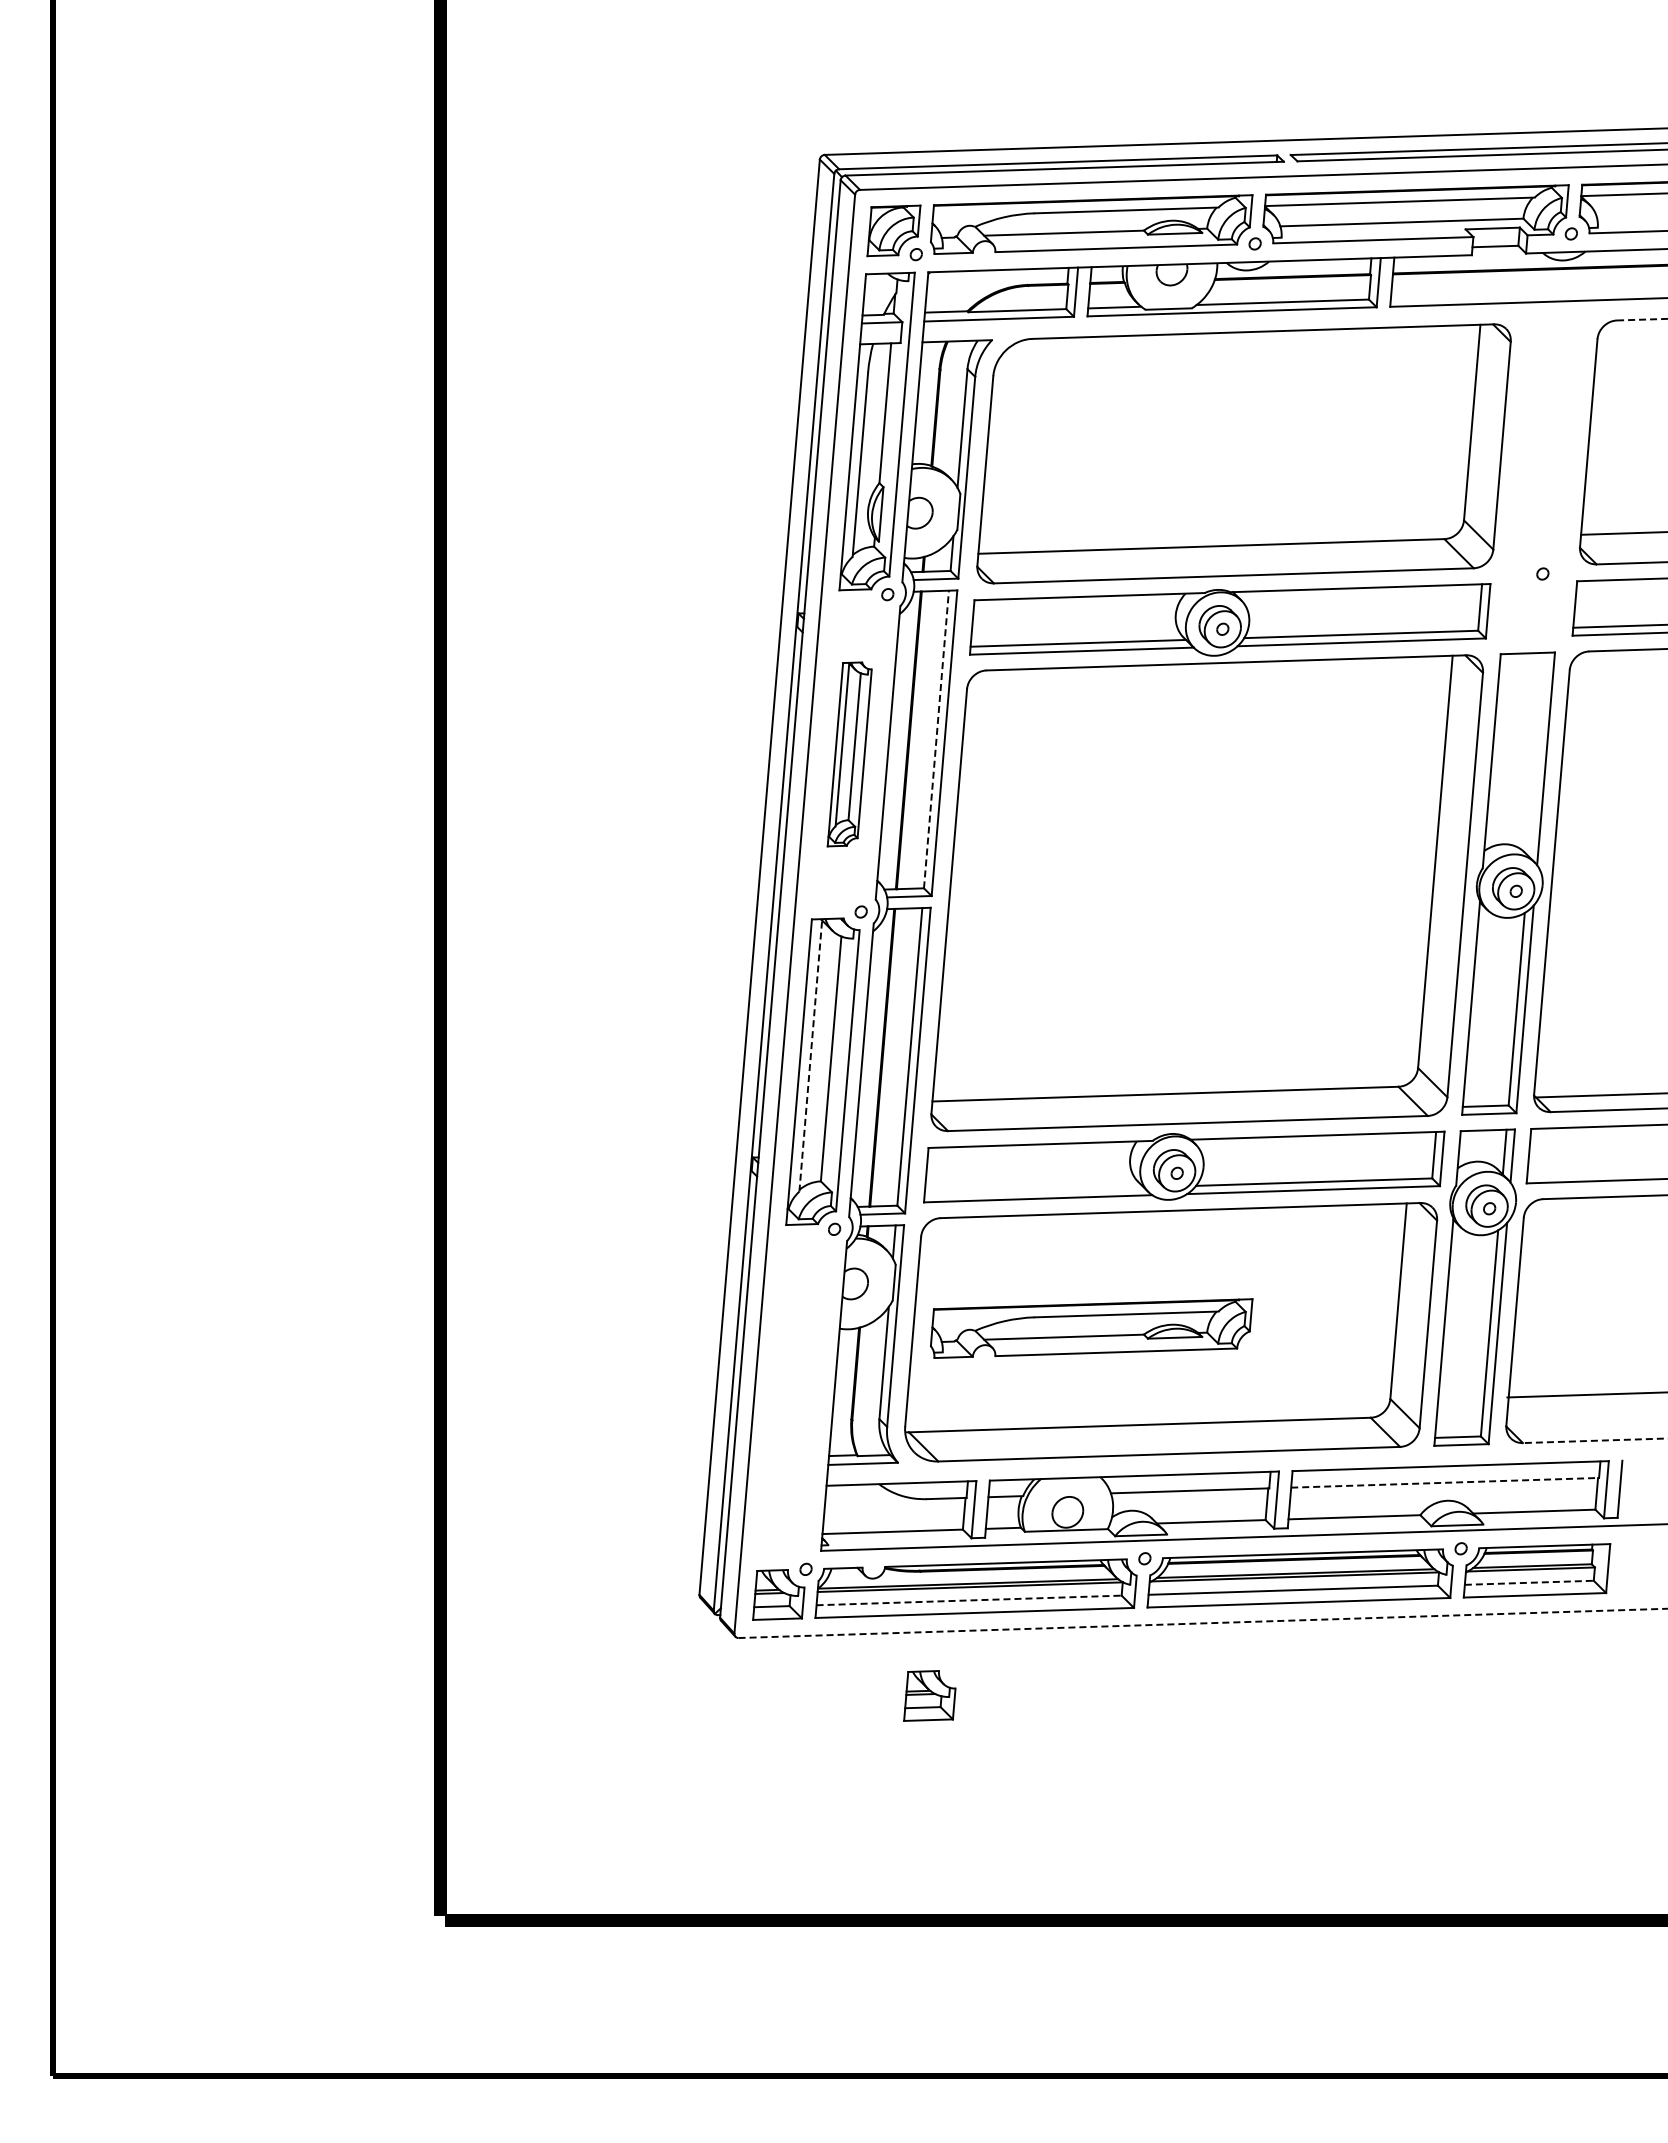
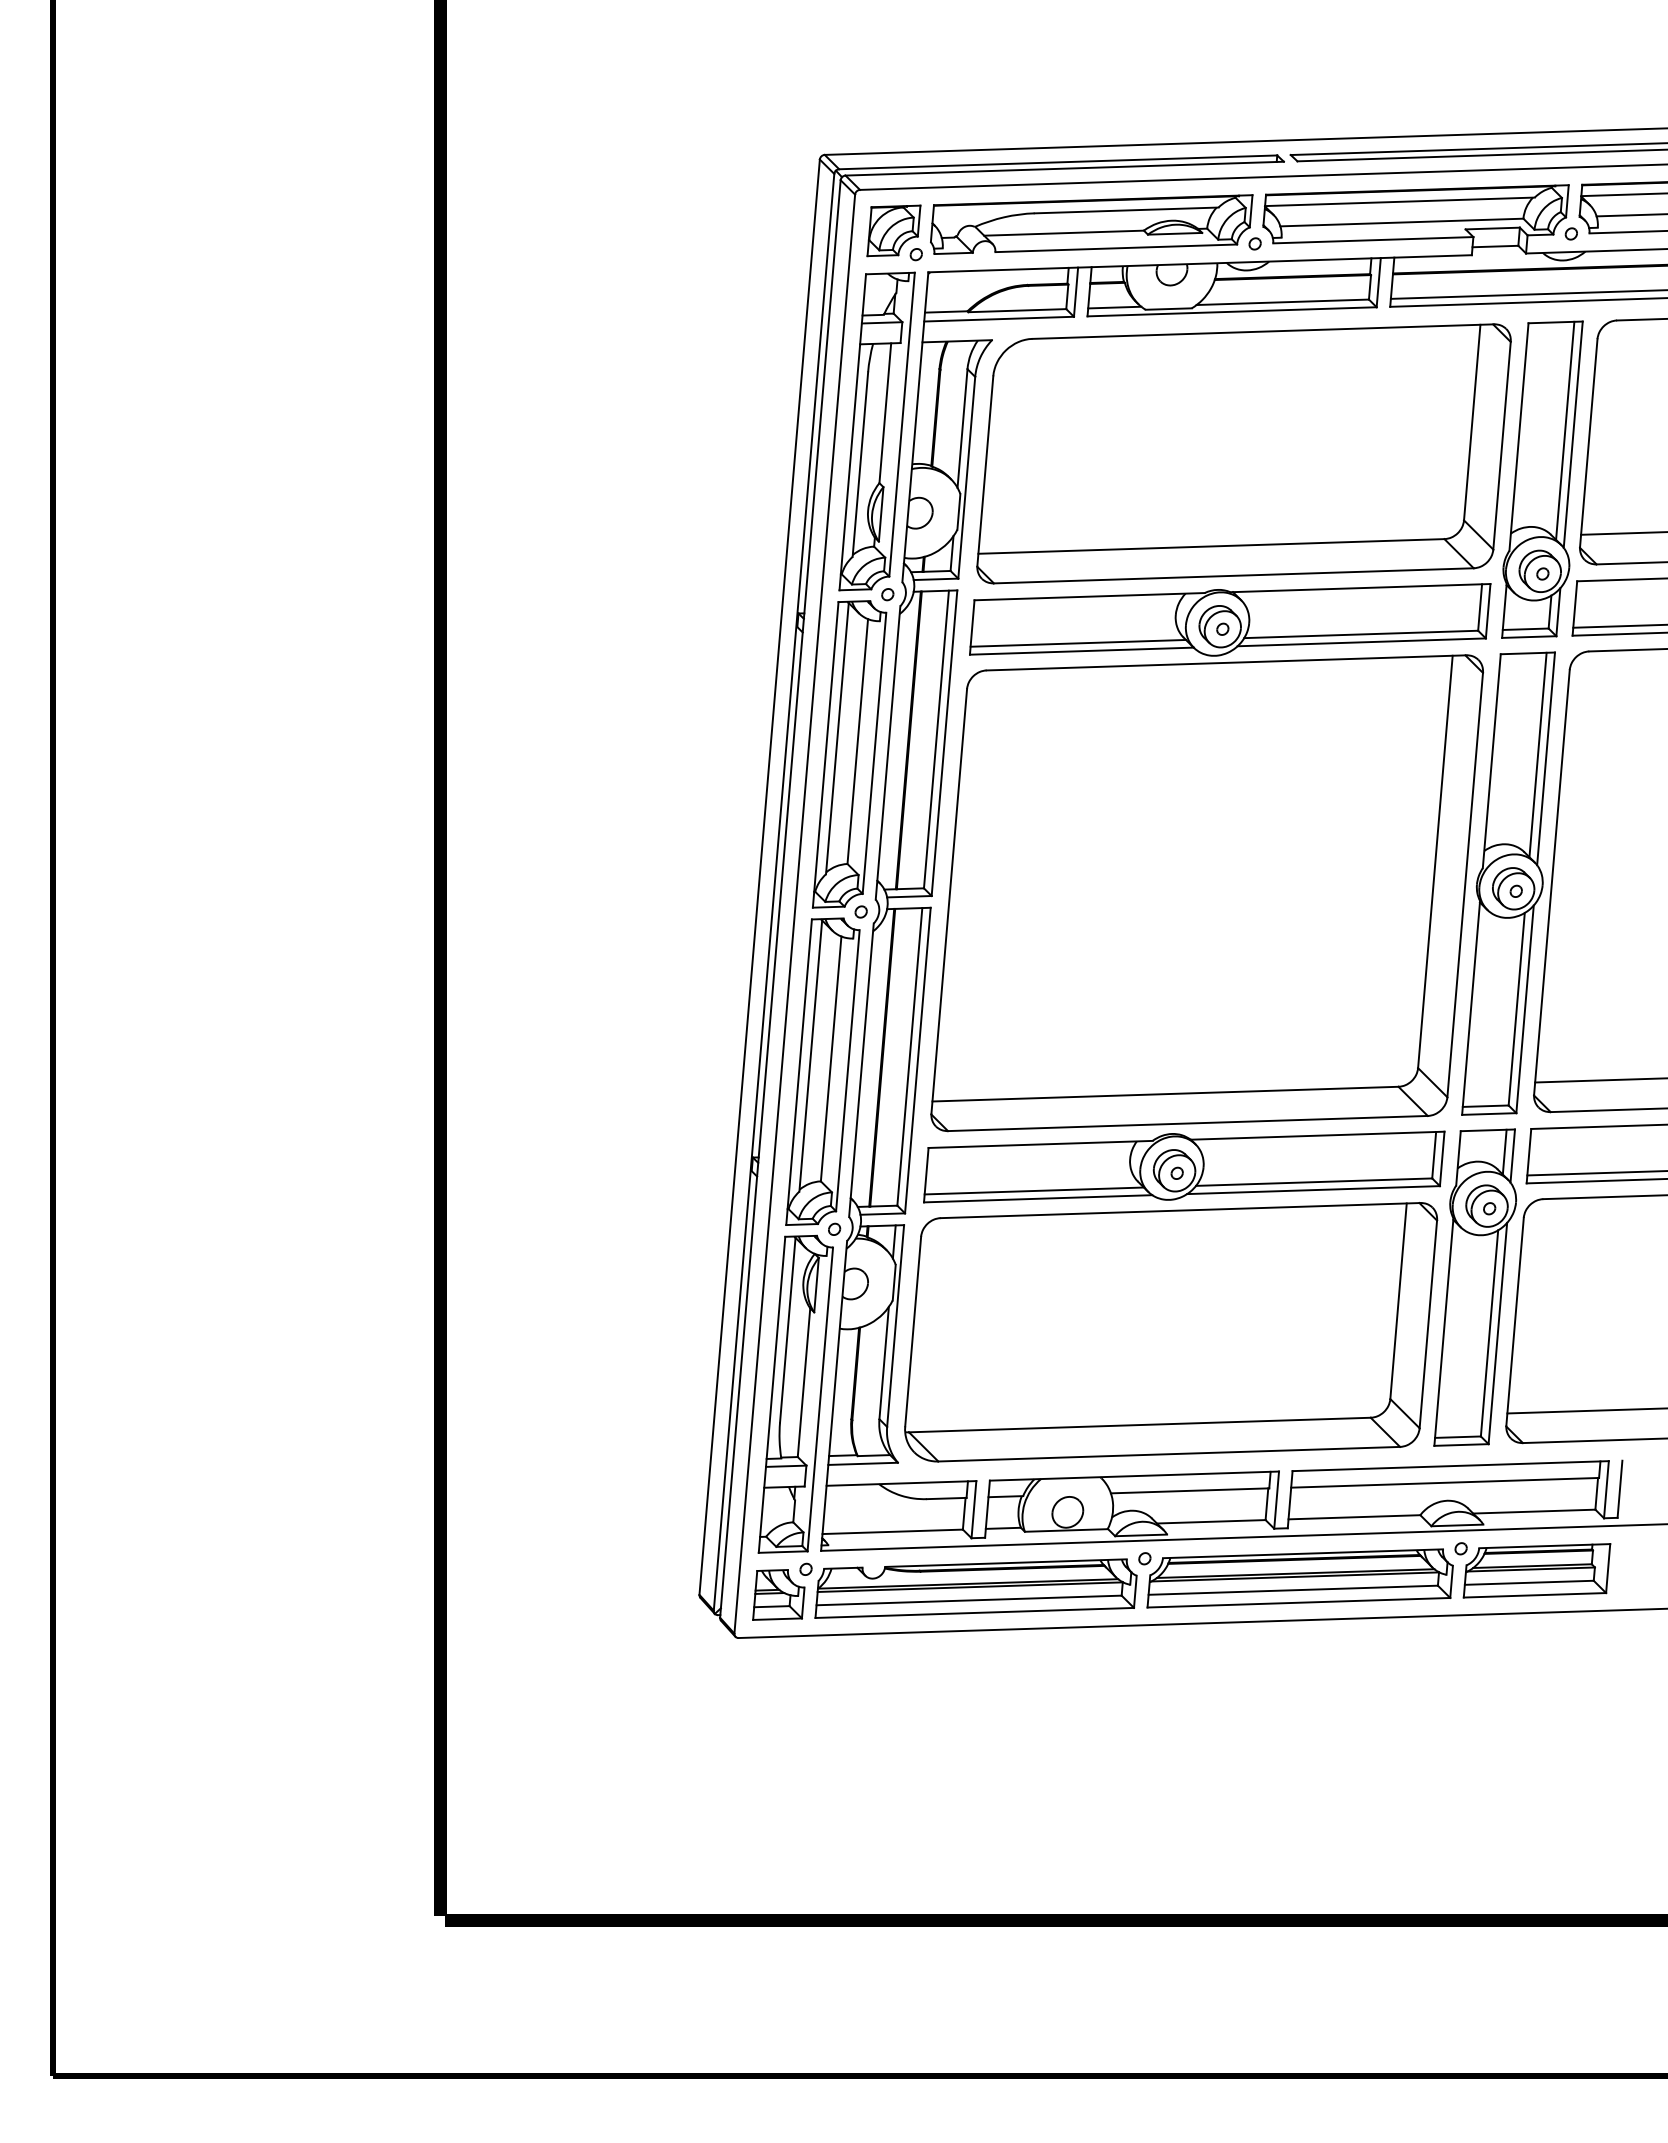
line at (1630, 215): none -> present
line at (1527, 294): none -> present
line at (1642, 319): dashed -> solid
part at (1542, 479): none -> present
line at (936, 739): dashed -> solid
part at (849, 754) size: 47x187 px -> 76x309 px
line at (1537, 754): none -> present
line at (810, 1055): dashed -> solid
line at (1599, 1095) position: (1599, 1095) -> (1599, 1080)
line at (1595, 1173): none -> present
line at (1033, 1190): none -> present
part at (1091, 1328): present -> none
part at (795, 1393): none -> present
line at (1585, 1394) position: (1585, 1394) -> (1585, 1410)
line at (1594, 1440): dashed -> solid
line at (1445, 1482): dashed -> solid
line at (1529, 1582): dashed -> solid
line at (969, 1600): dashed -> solid
line at (1203, 1623): dashed -> solid
part at (929, 1695): present -> none
